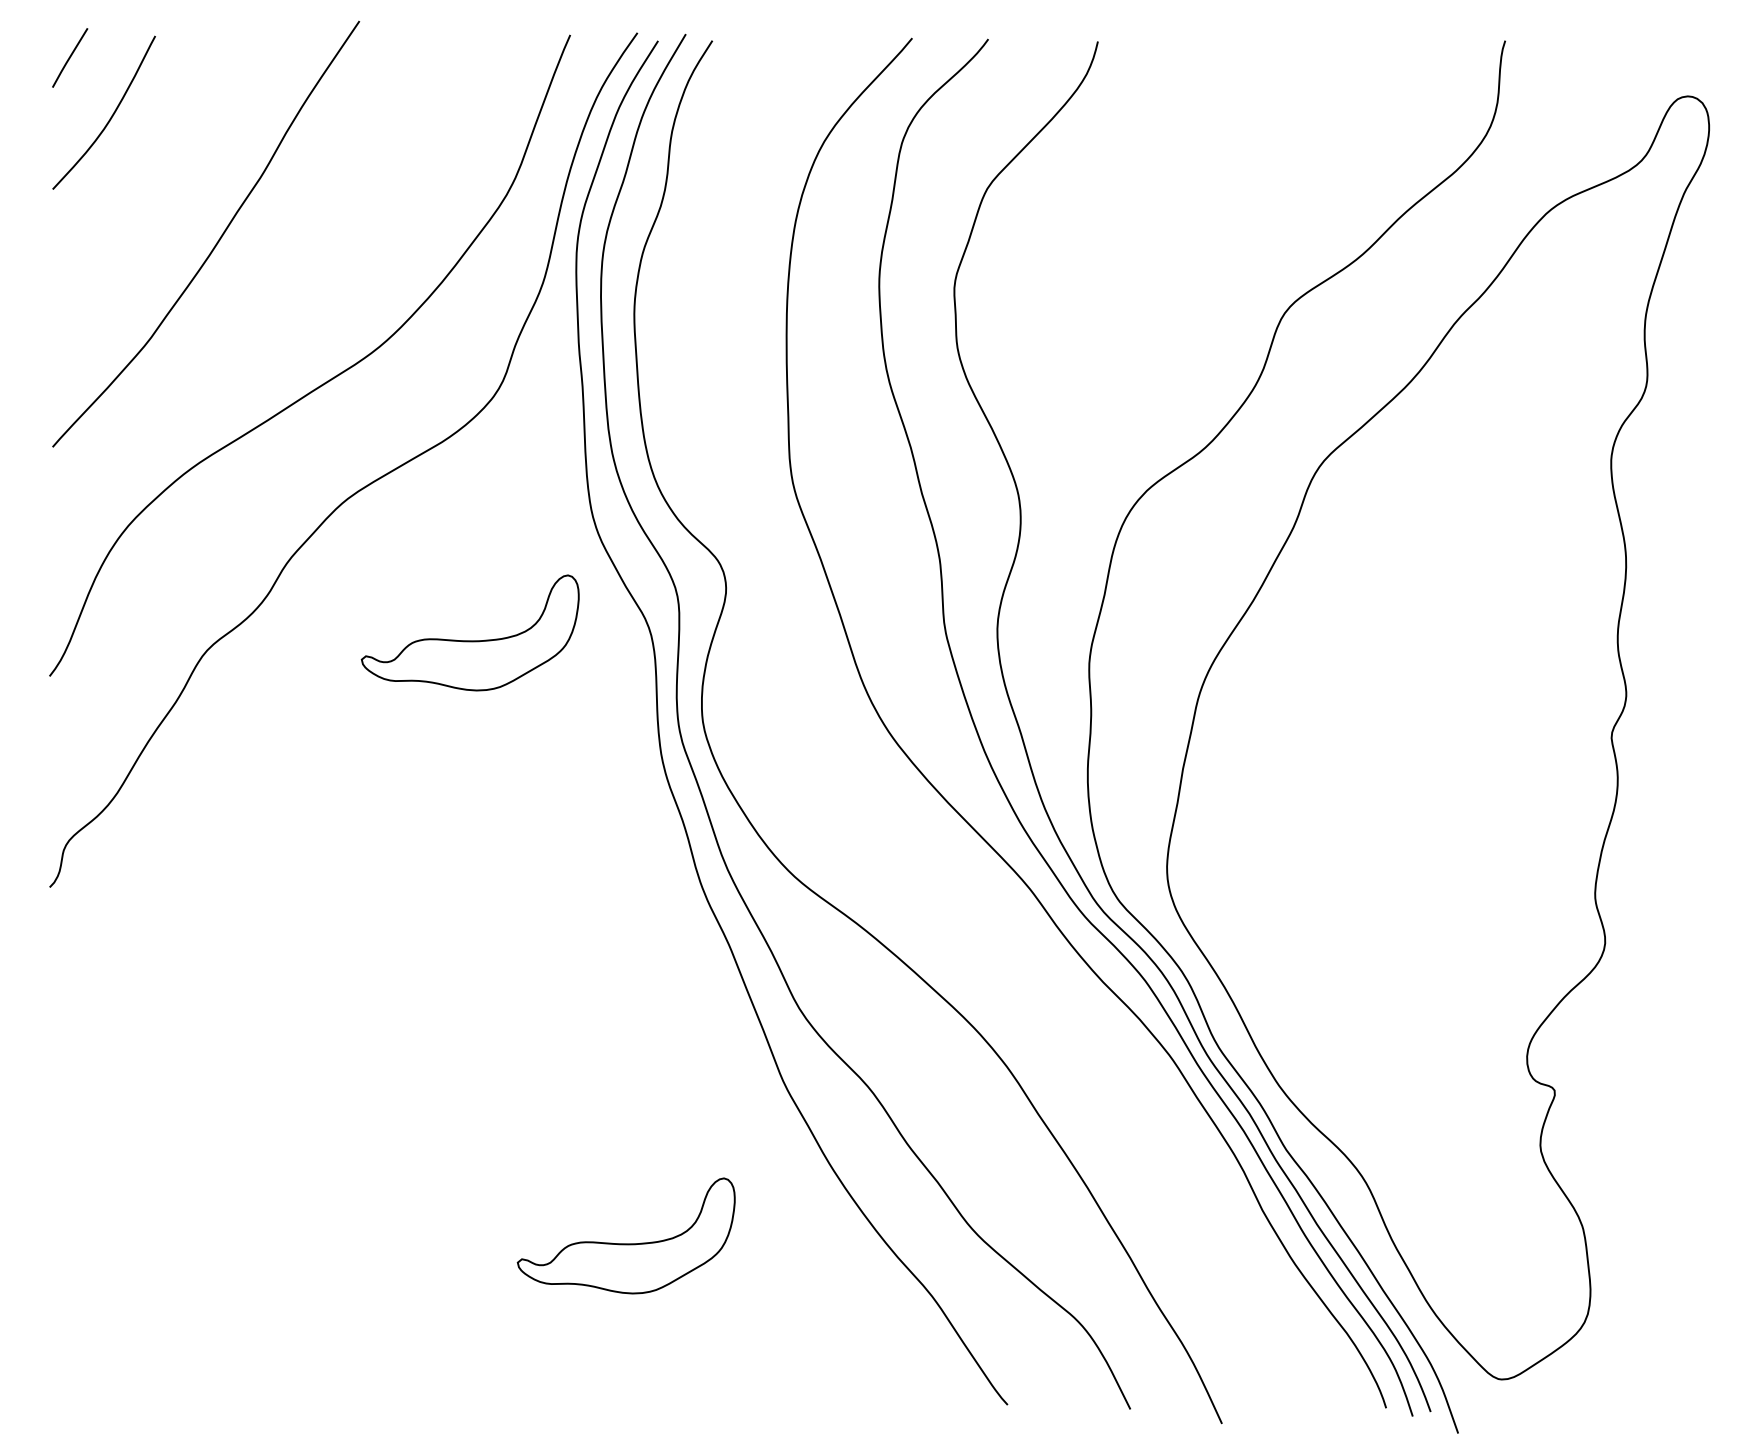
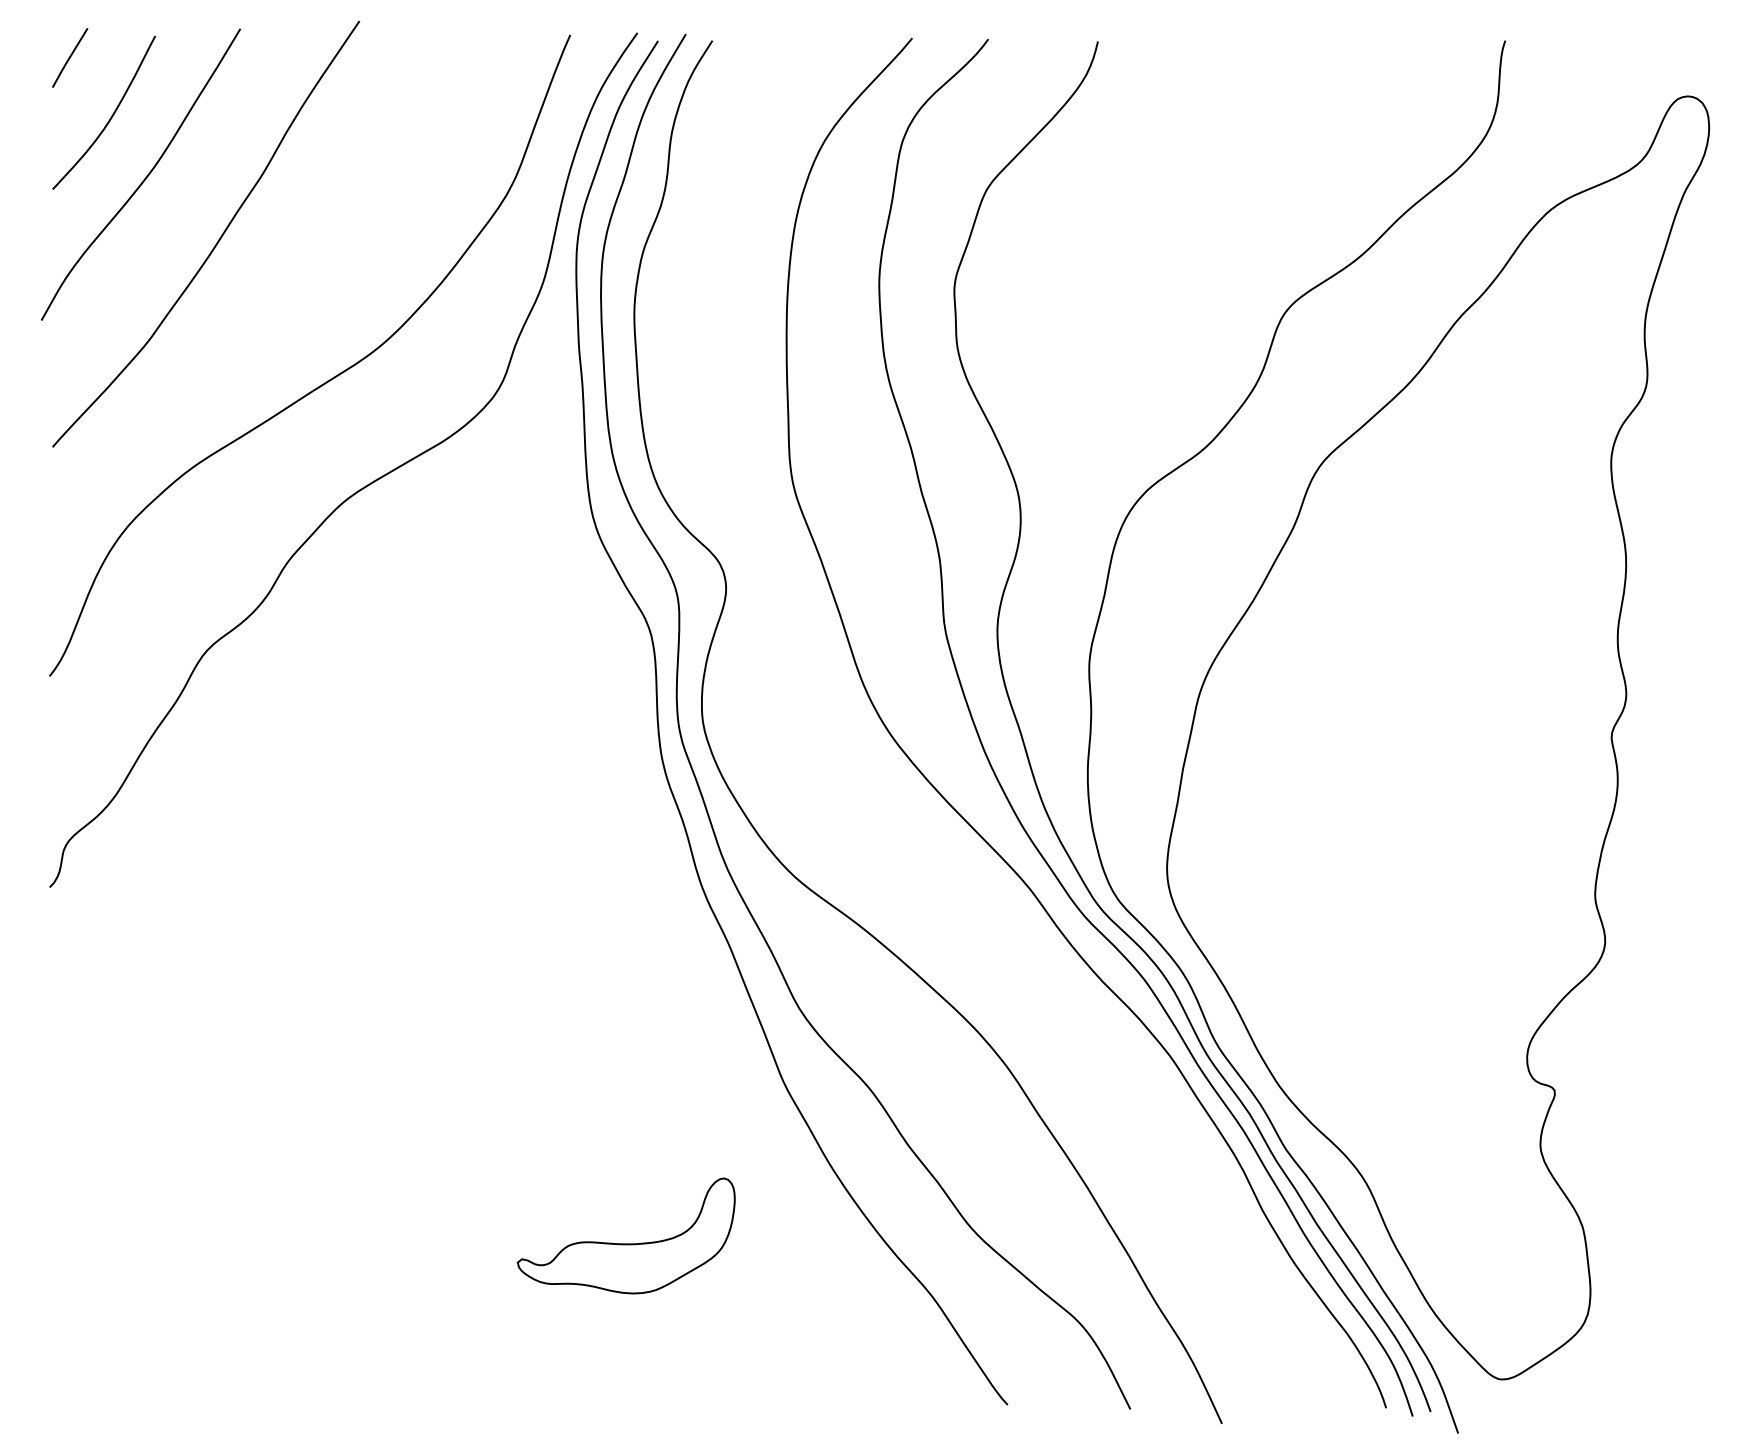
curve at (144, 178): none -> present
part at (469, 640): present -> none
